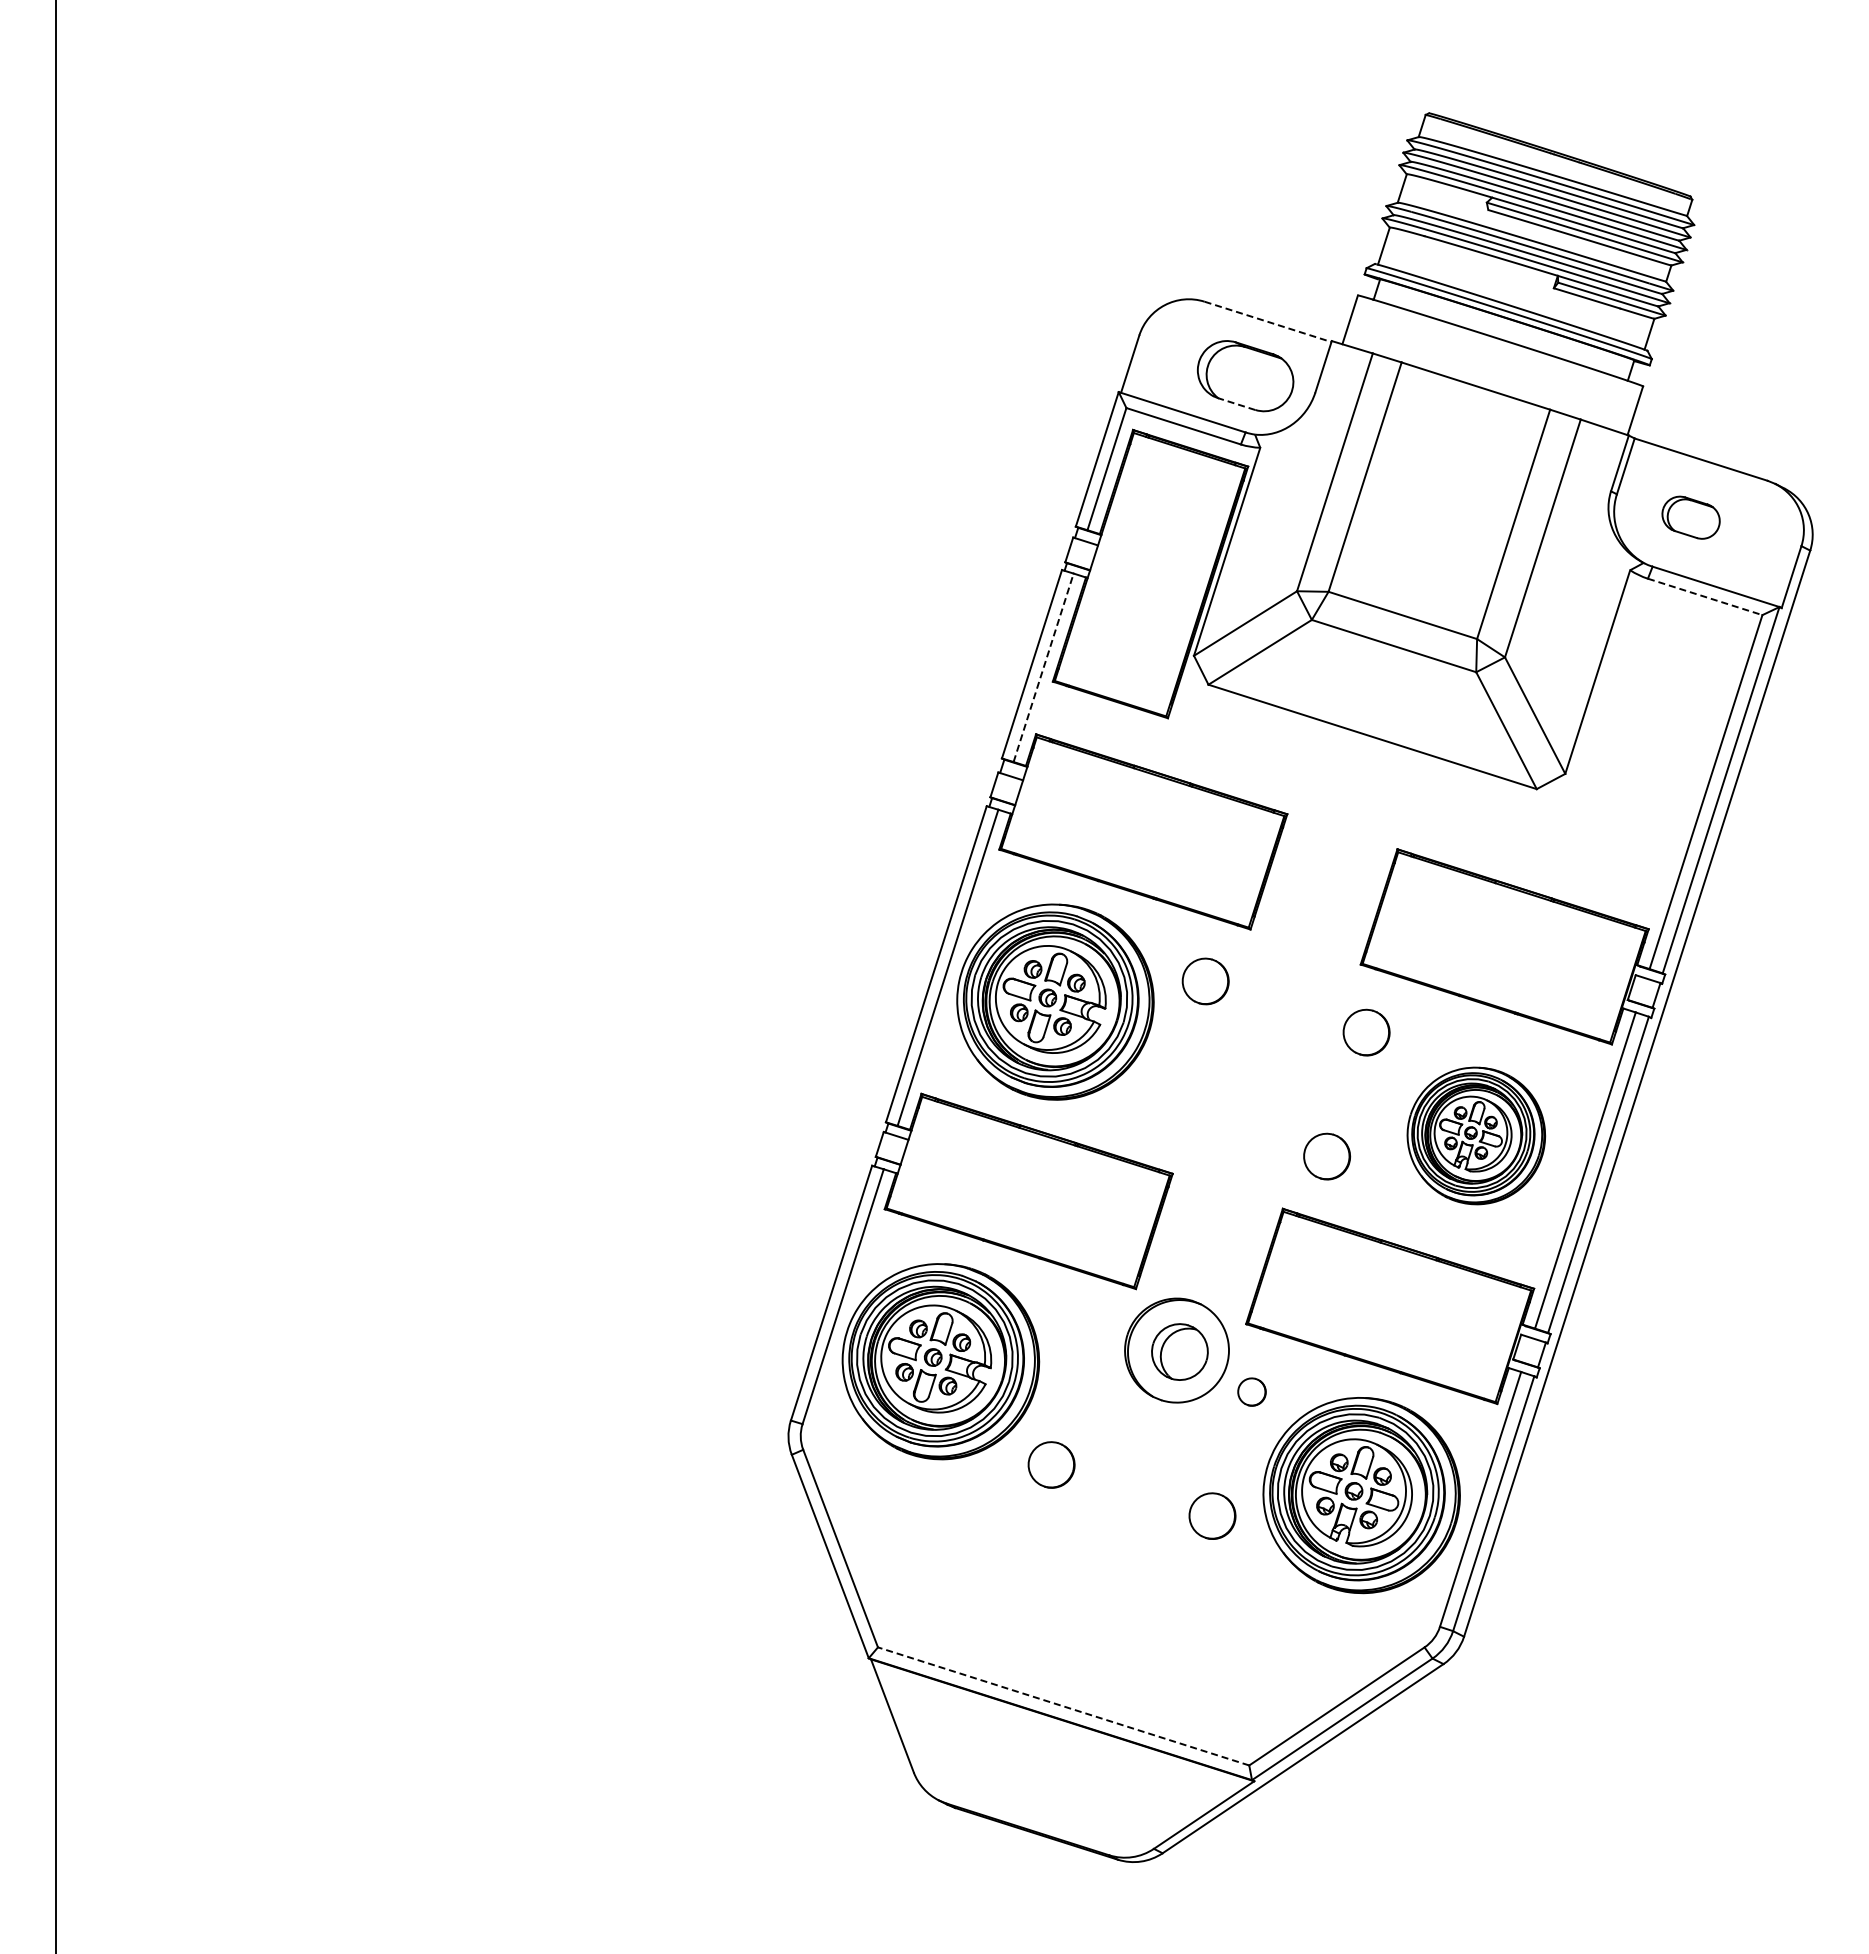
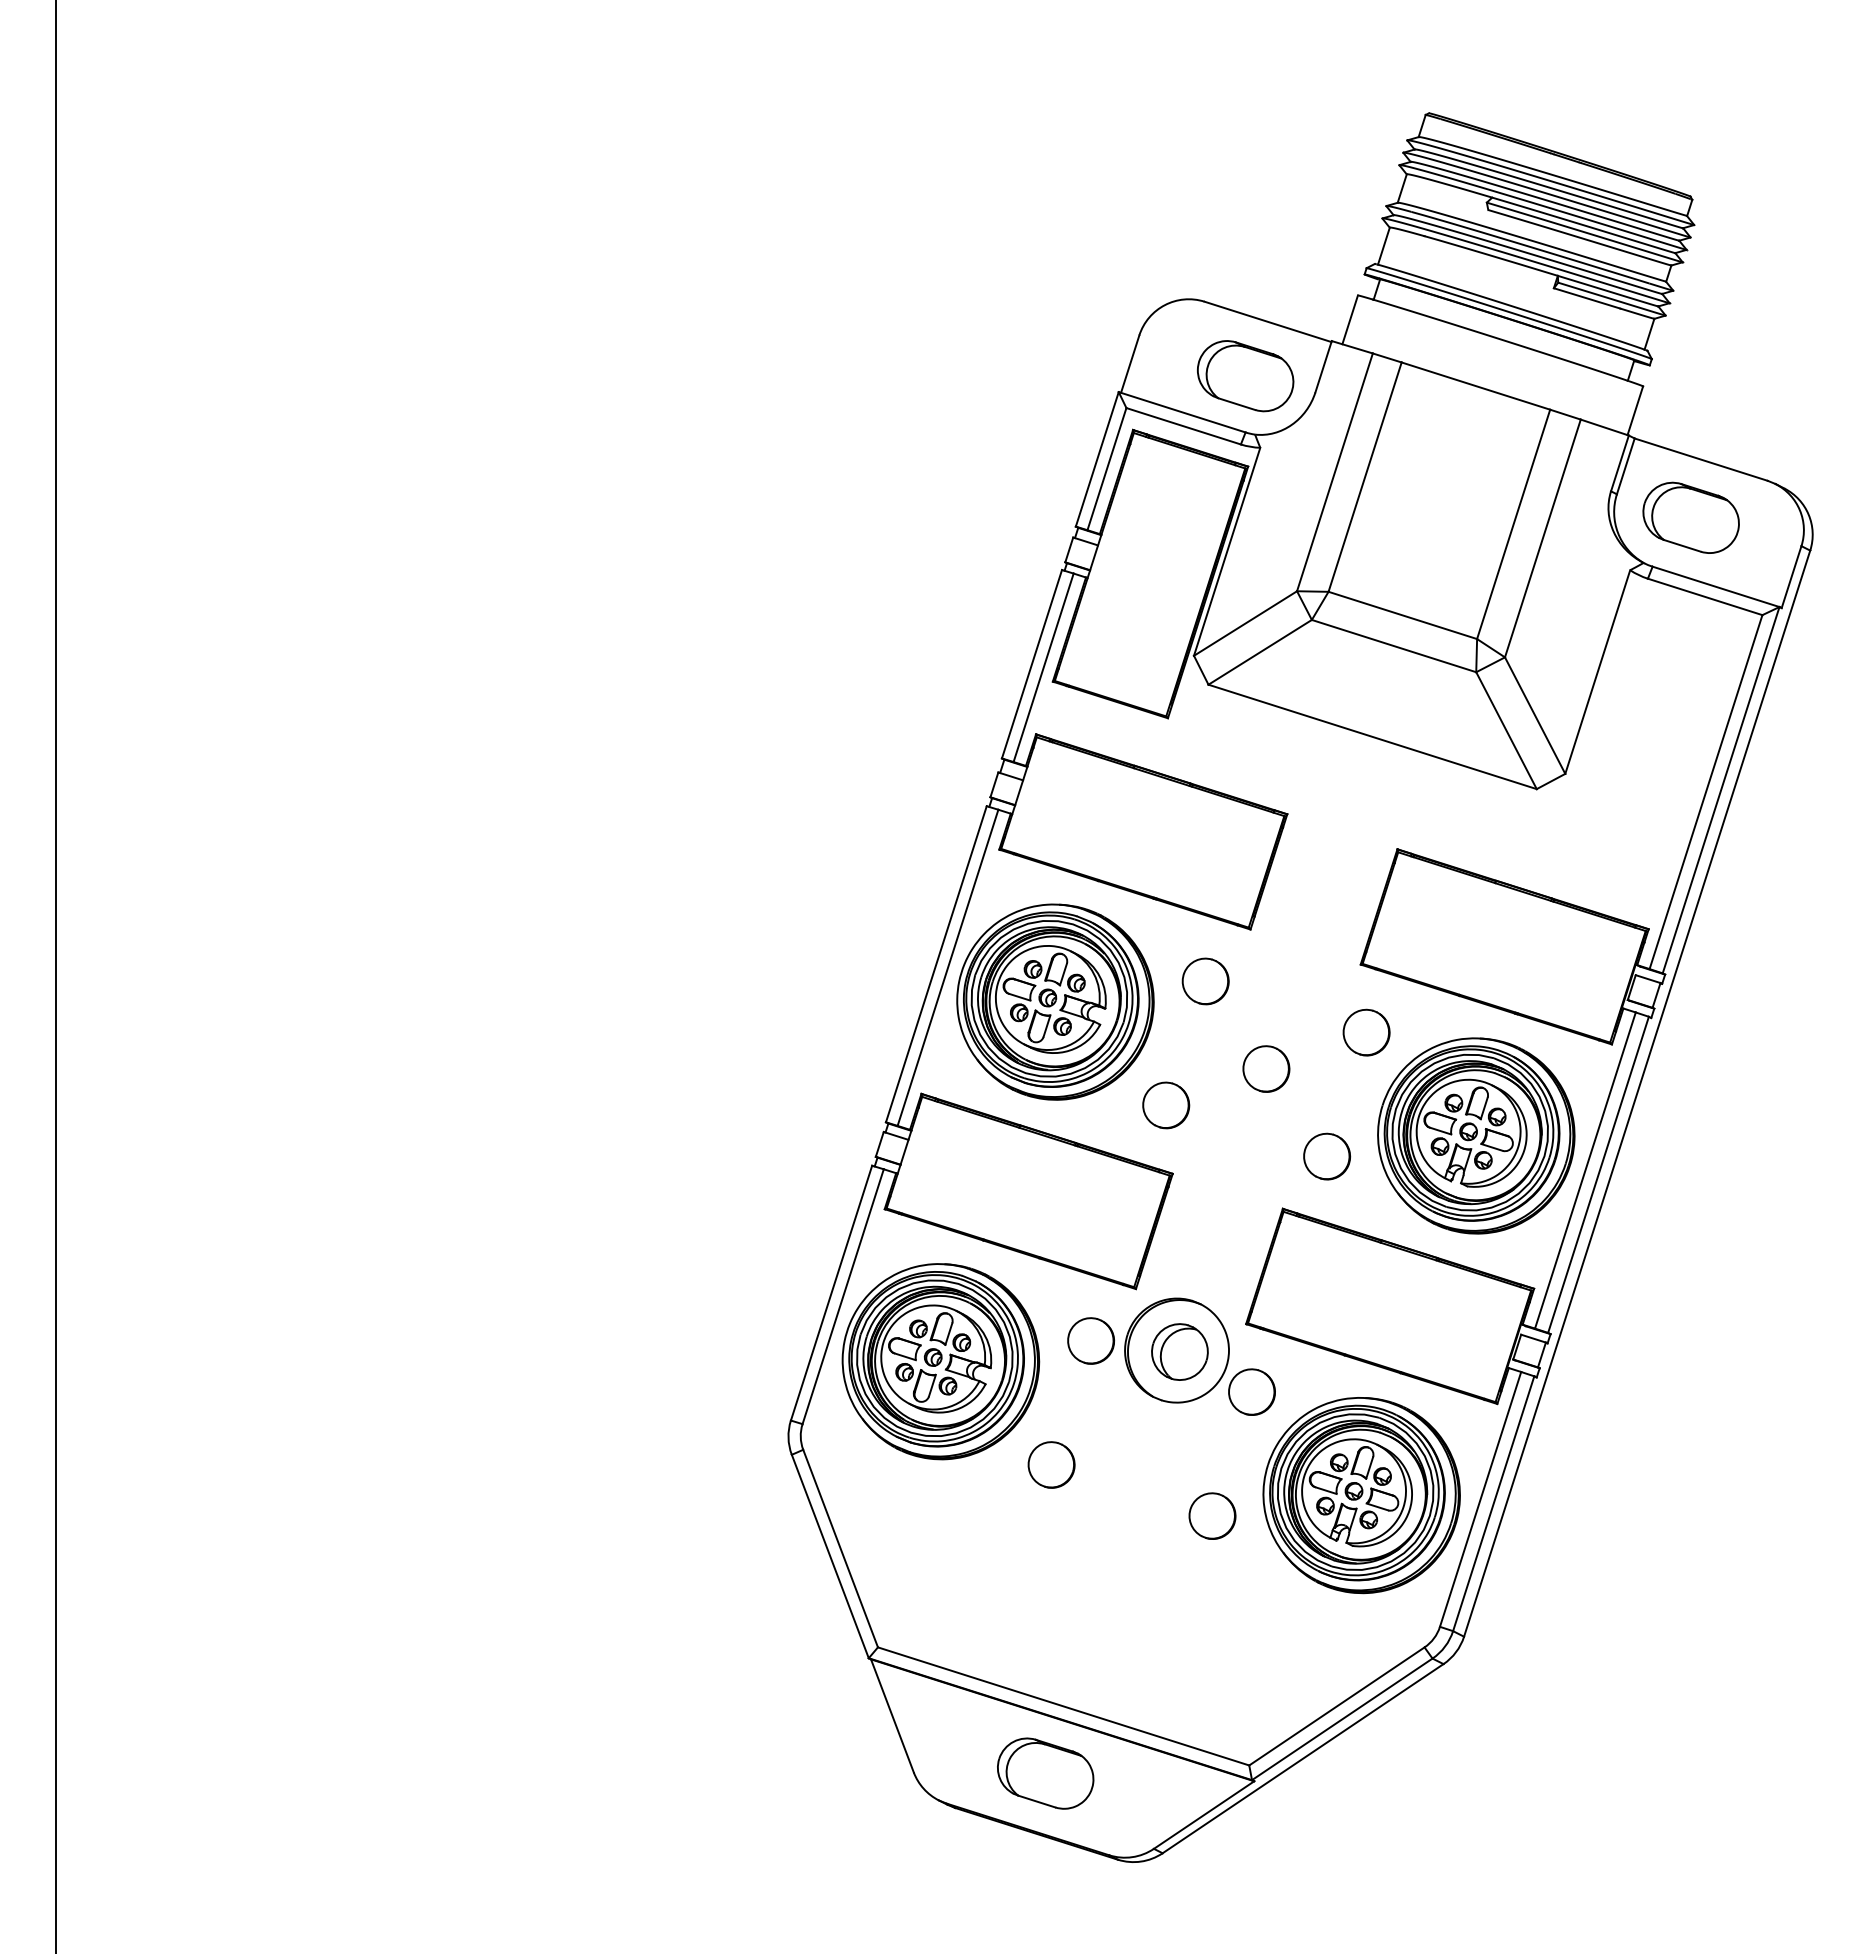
line at (1268, 321): dashed -> solid
line at (1236, 403): dashed -> solid
part at (1690, 517) size: 60x45 px -> 98x73 px
line at (1705, 597): dashed -> solid
line at (1043, 667): dashed -> solid
part at (1266, 1068): none -> present
part at (1166, 1105): none -> present
part at (1476, 1135) size: 141x140 px -> 199x198 px
part at (1091, 1340): none -> present
part at (1251, 1391) size: 30x30 px -> 48x48 px
line at (1063, 1706): dashed -> solid
part at (1045, 1773): none -> present
